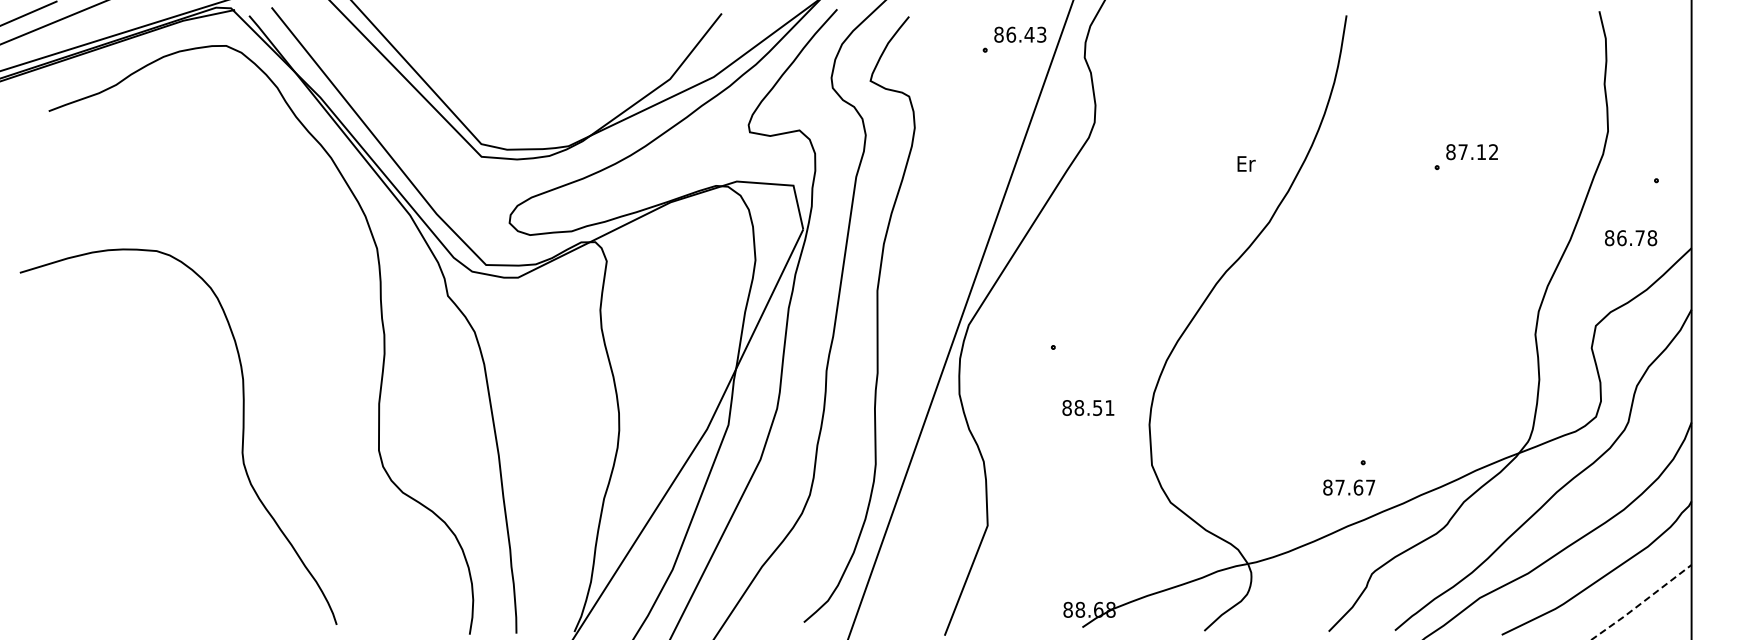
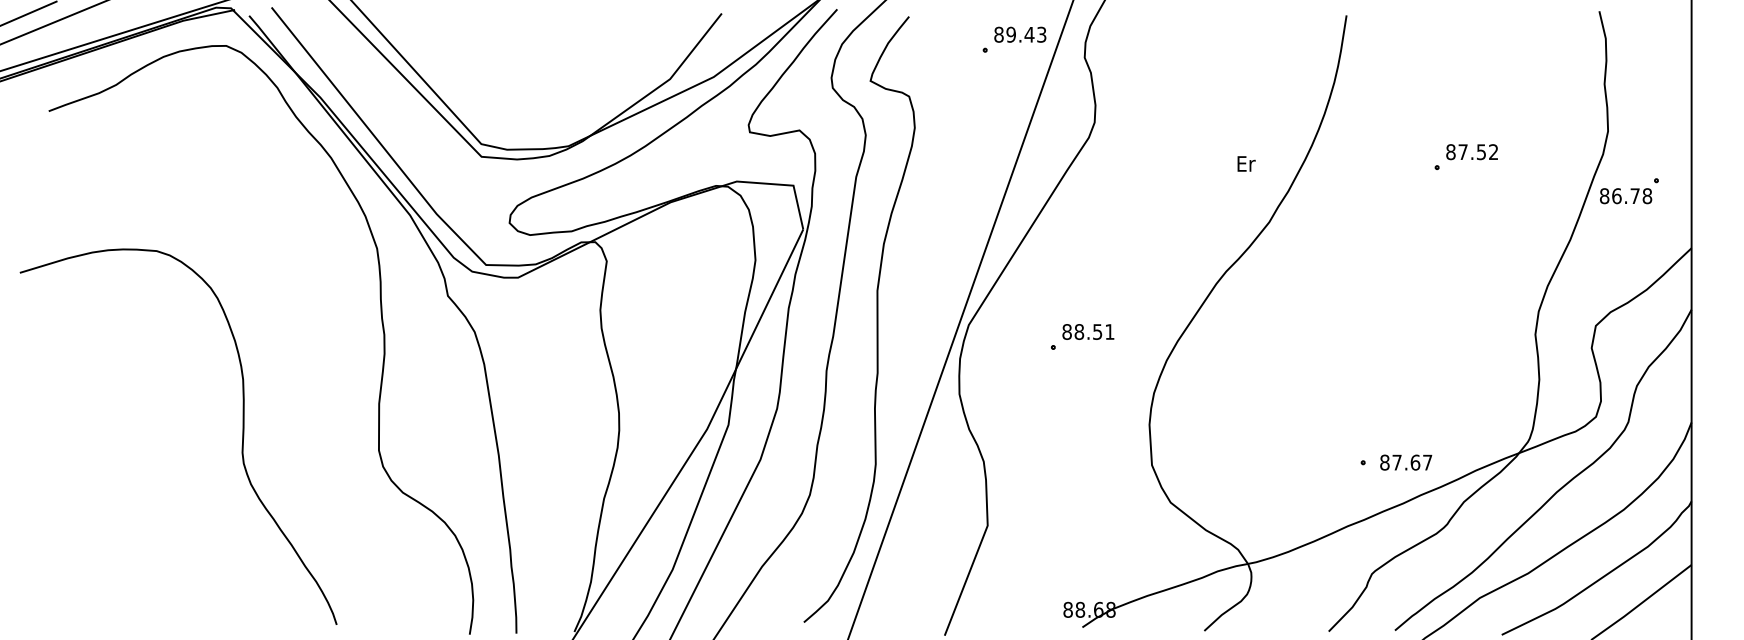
text at (1011, 34): 86.43 -> 89.43
text at (1481, 152): 87.12 -> 87.52
text at (1631, 238) position: (1631, 238) -> (1626, 196)
text at (1088, 407) position: (1088, 407) -> (1088, 331)
text at (1349, 487) position: (1349, 487) -> (1406, 462)
line at (1642, 602): dashed -> solid
